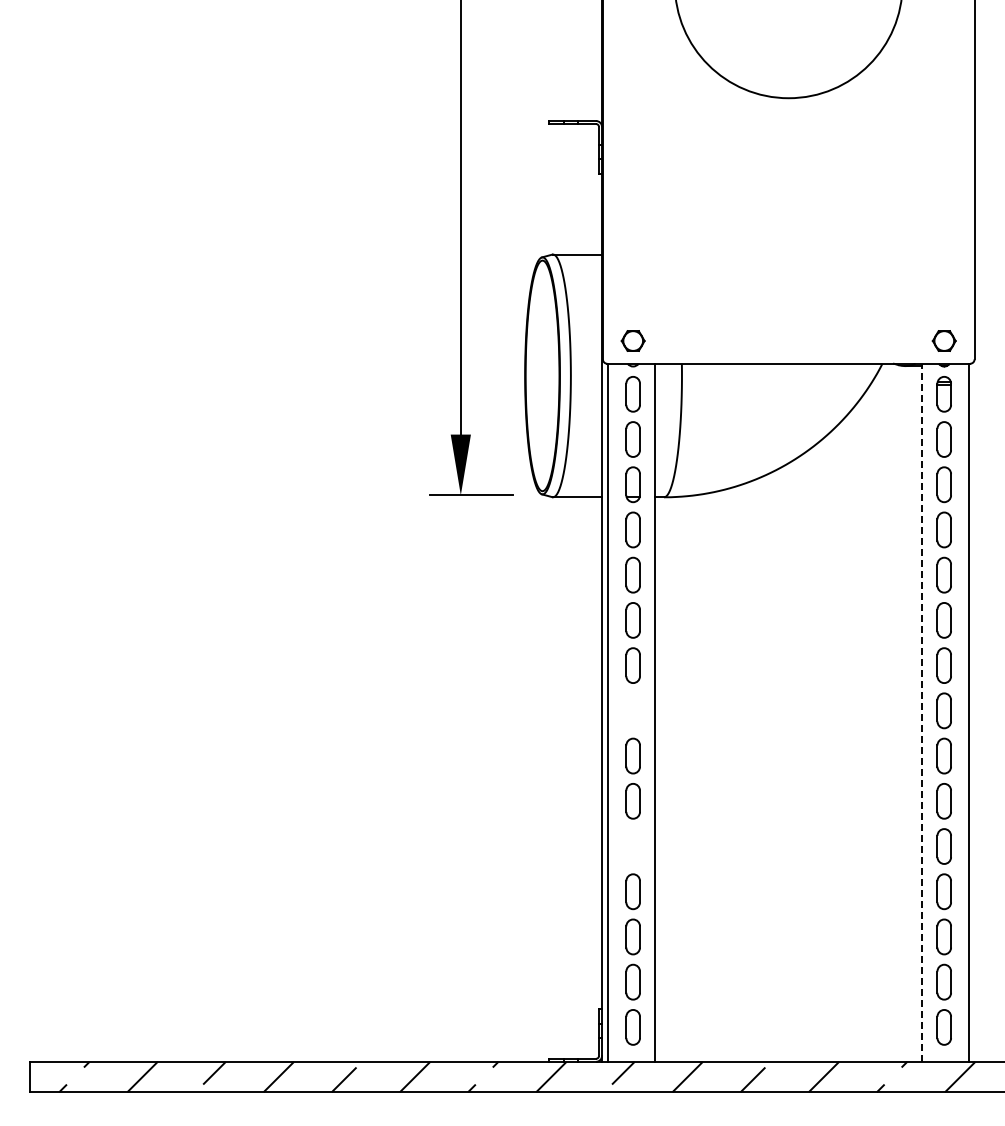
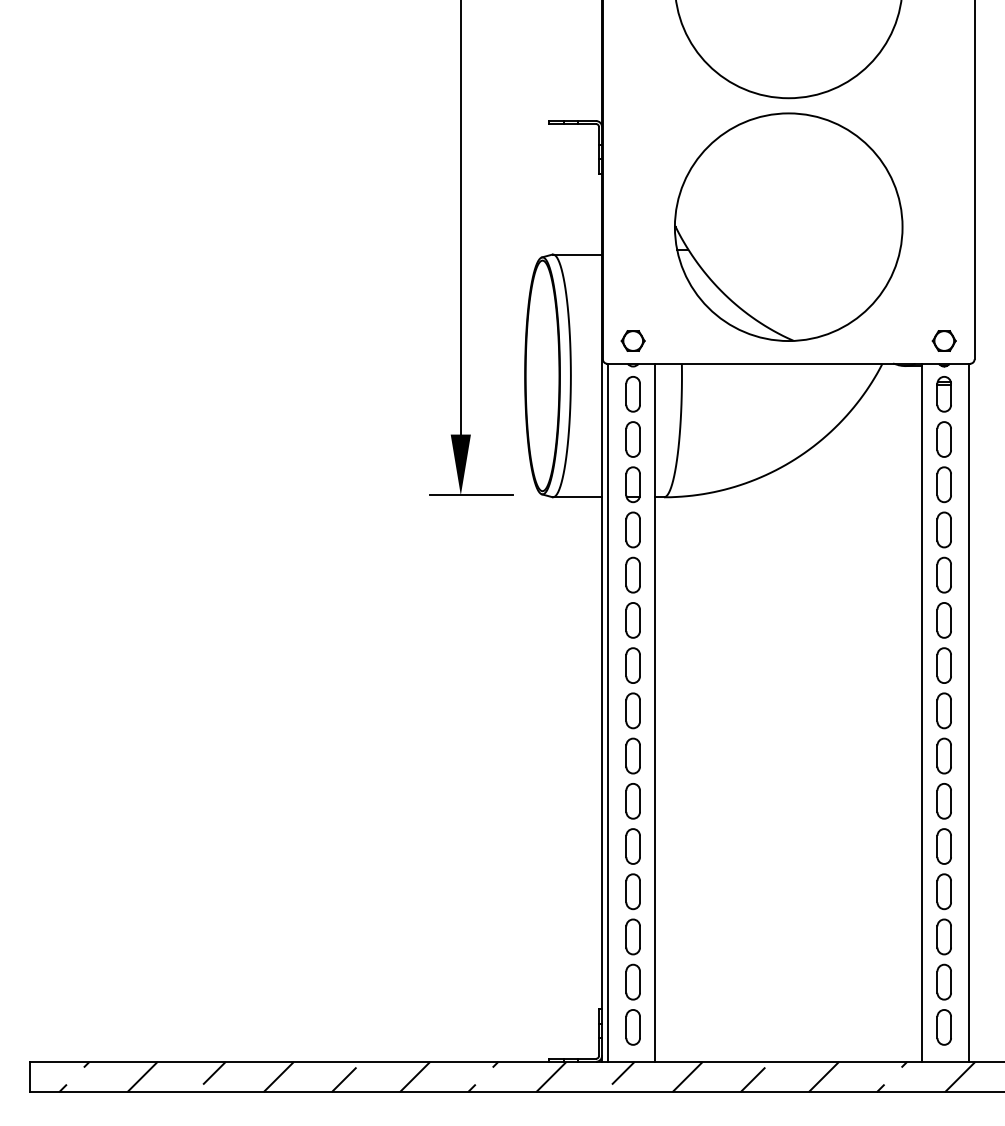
part at (788, 226): none -> present
part at (632, 710): none -> present
line at (922, 712): dashed -> solid
part at (632, 846): none -> present
